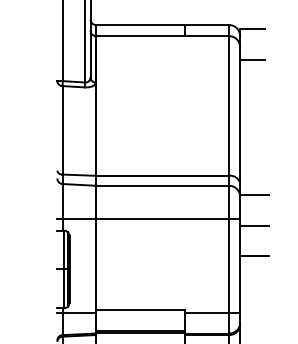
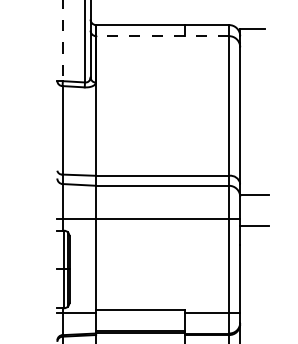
line at (162, 36): solid -> dashed
line at (62, 41): solid -> dashed
line at (252, 59): present -> none
line at (254, 256): present -> none
